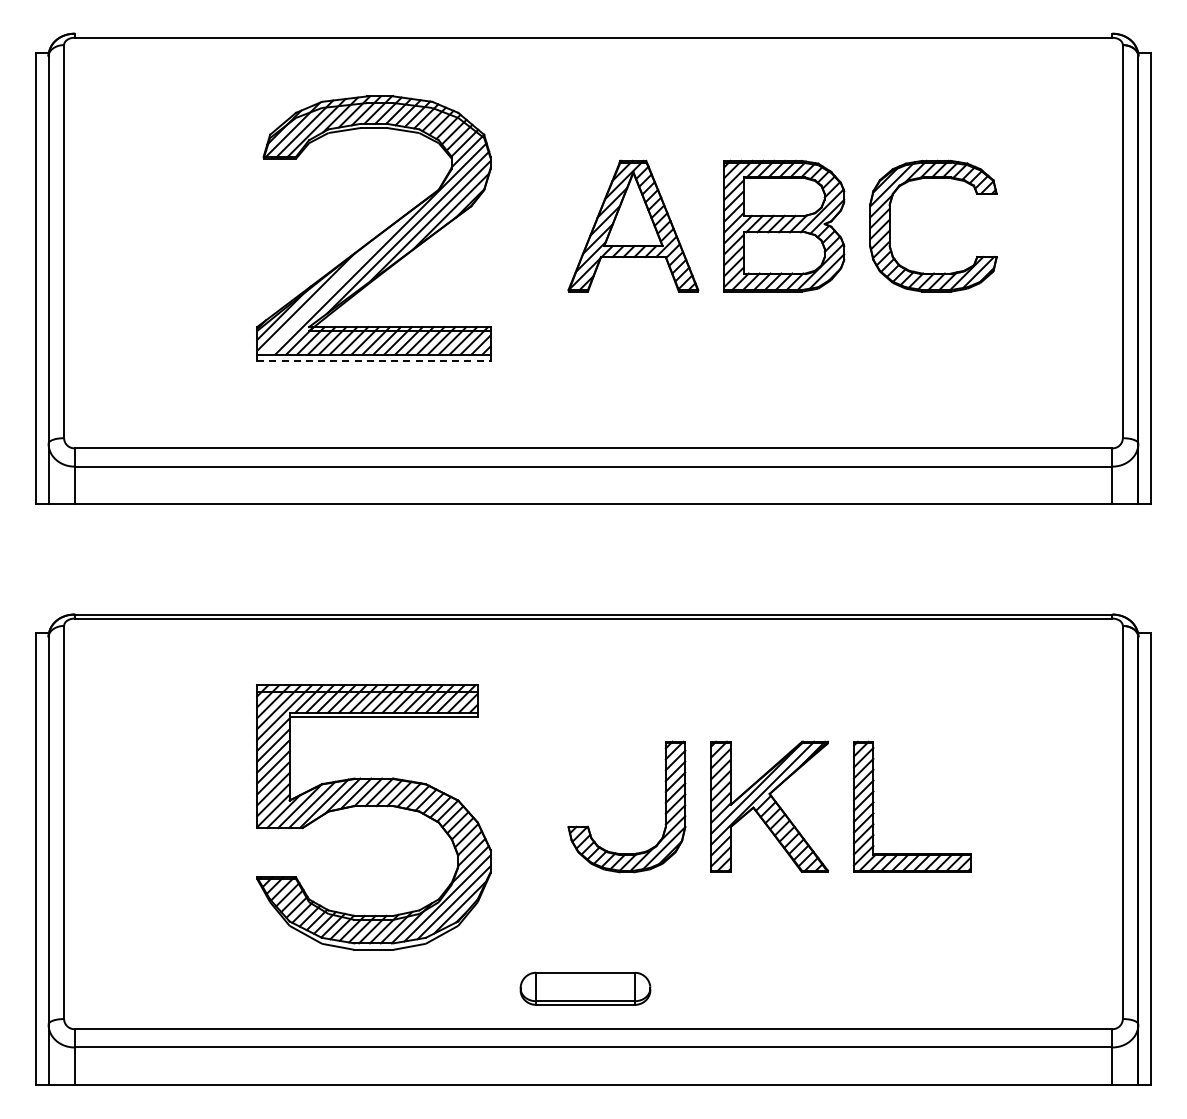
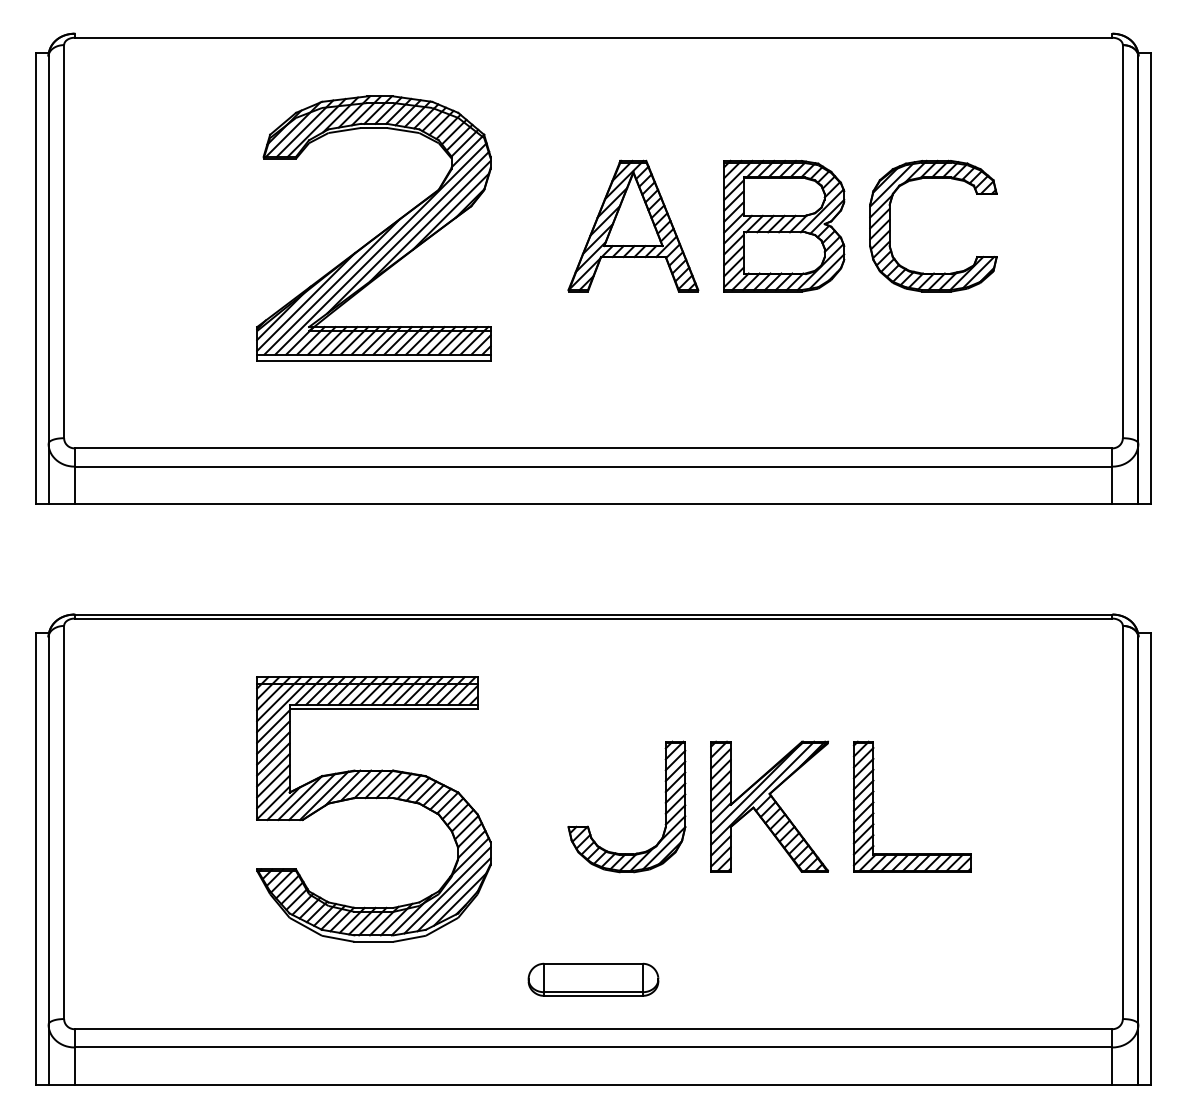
line at (331, 286): none -> present
line at (373, 361): dashed -> solid
part at (376, 807) position: (376, 807) -> (376, 799)
part at (585, 988) position: (585, 988) -> (593, 979)
